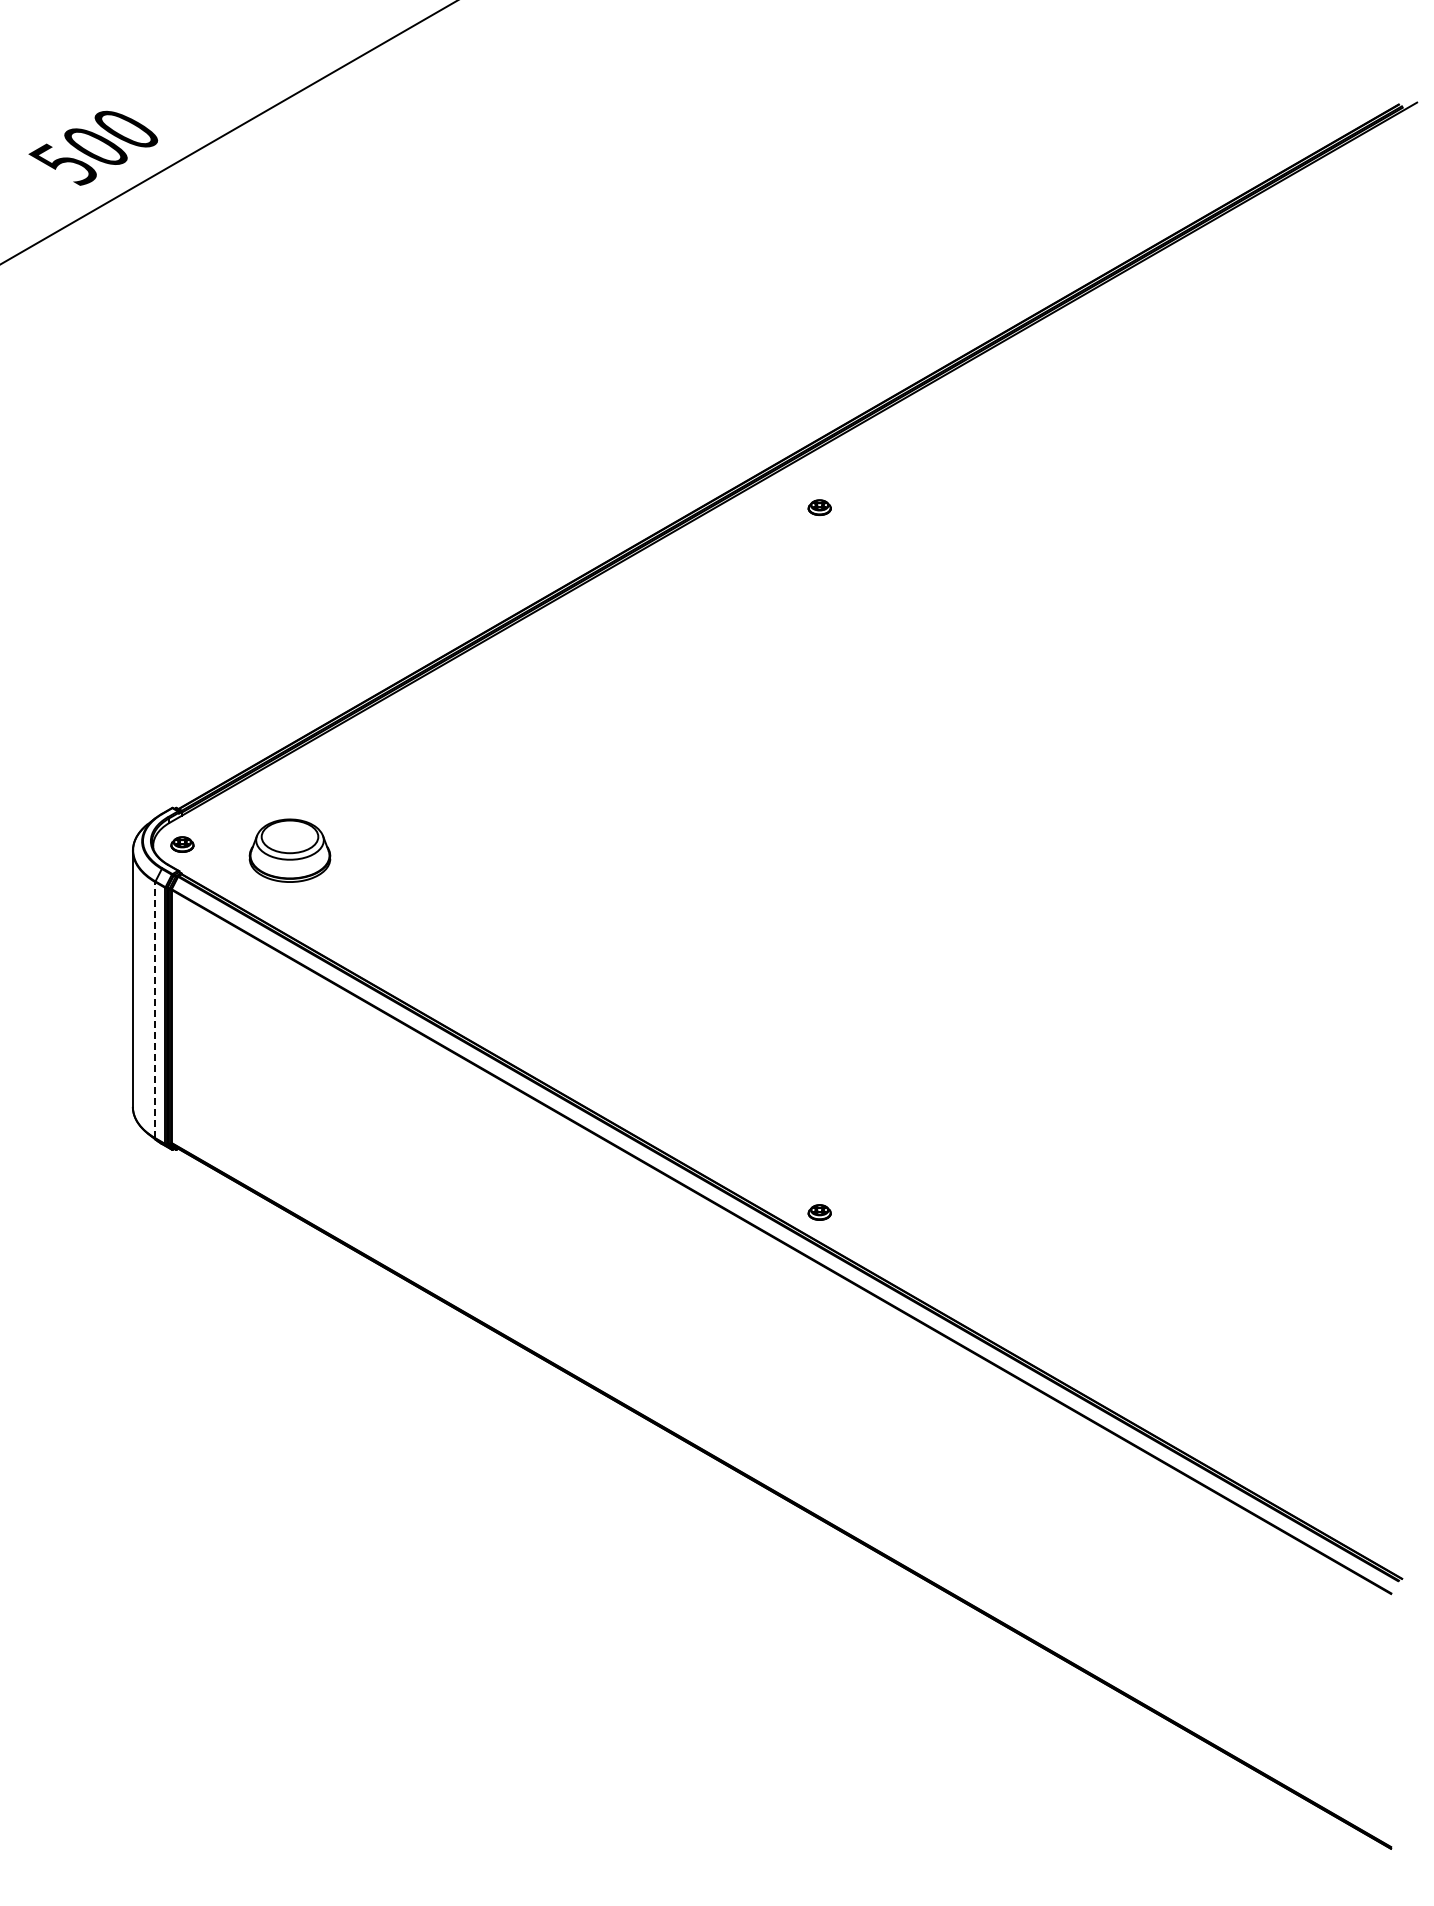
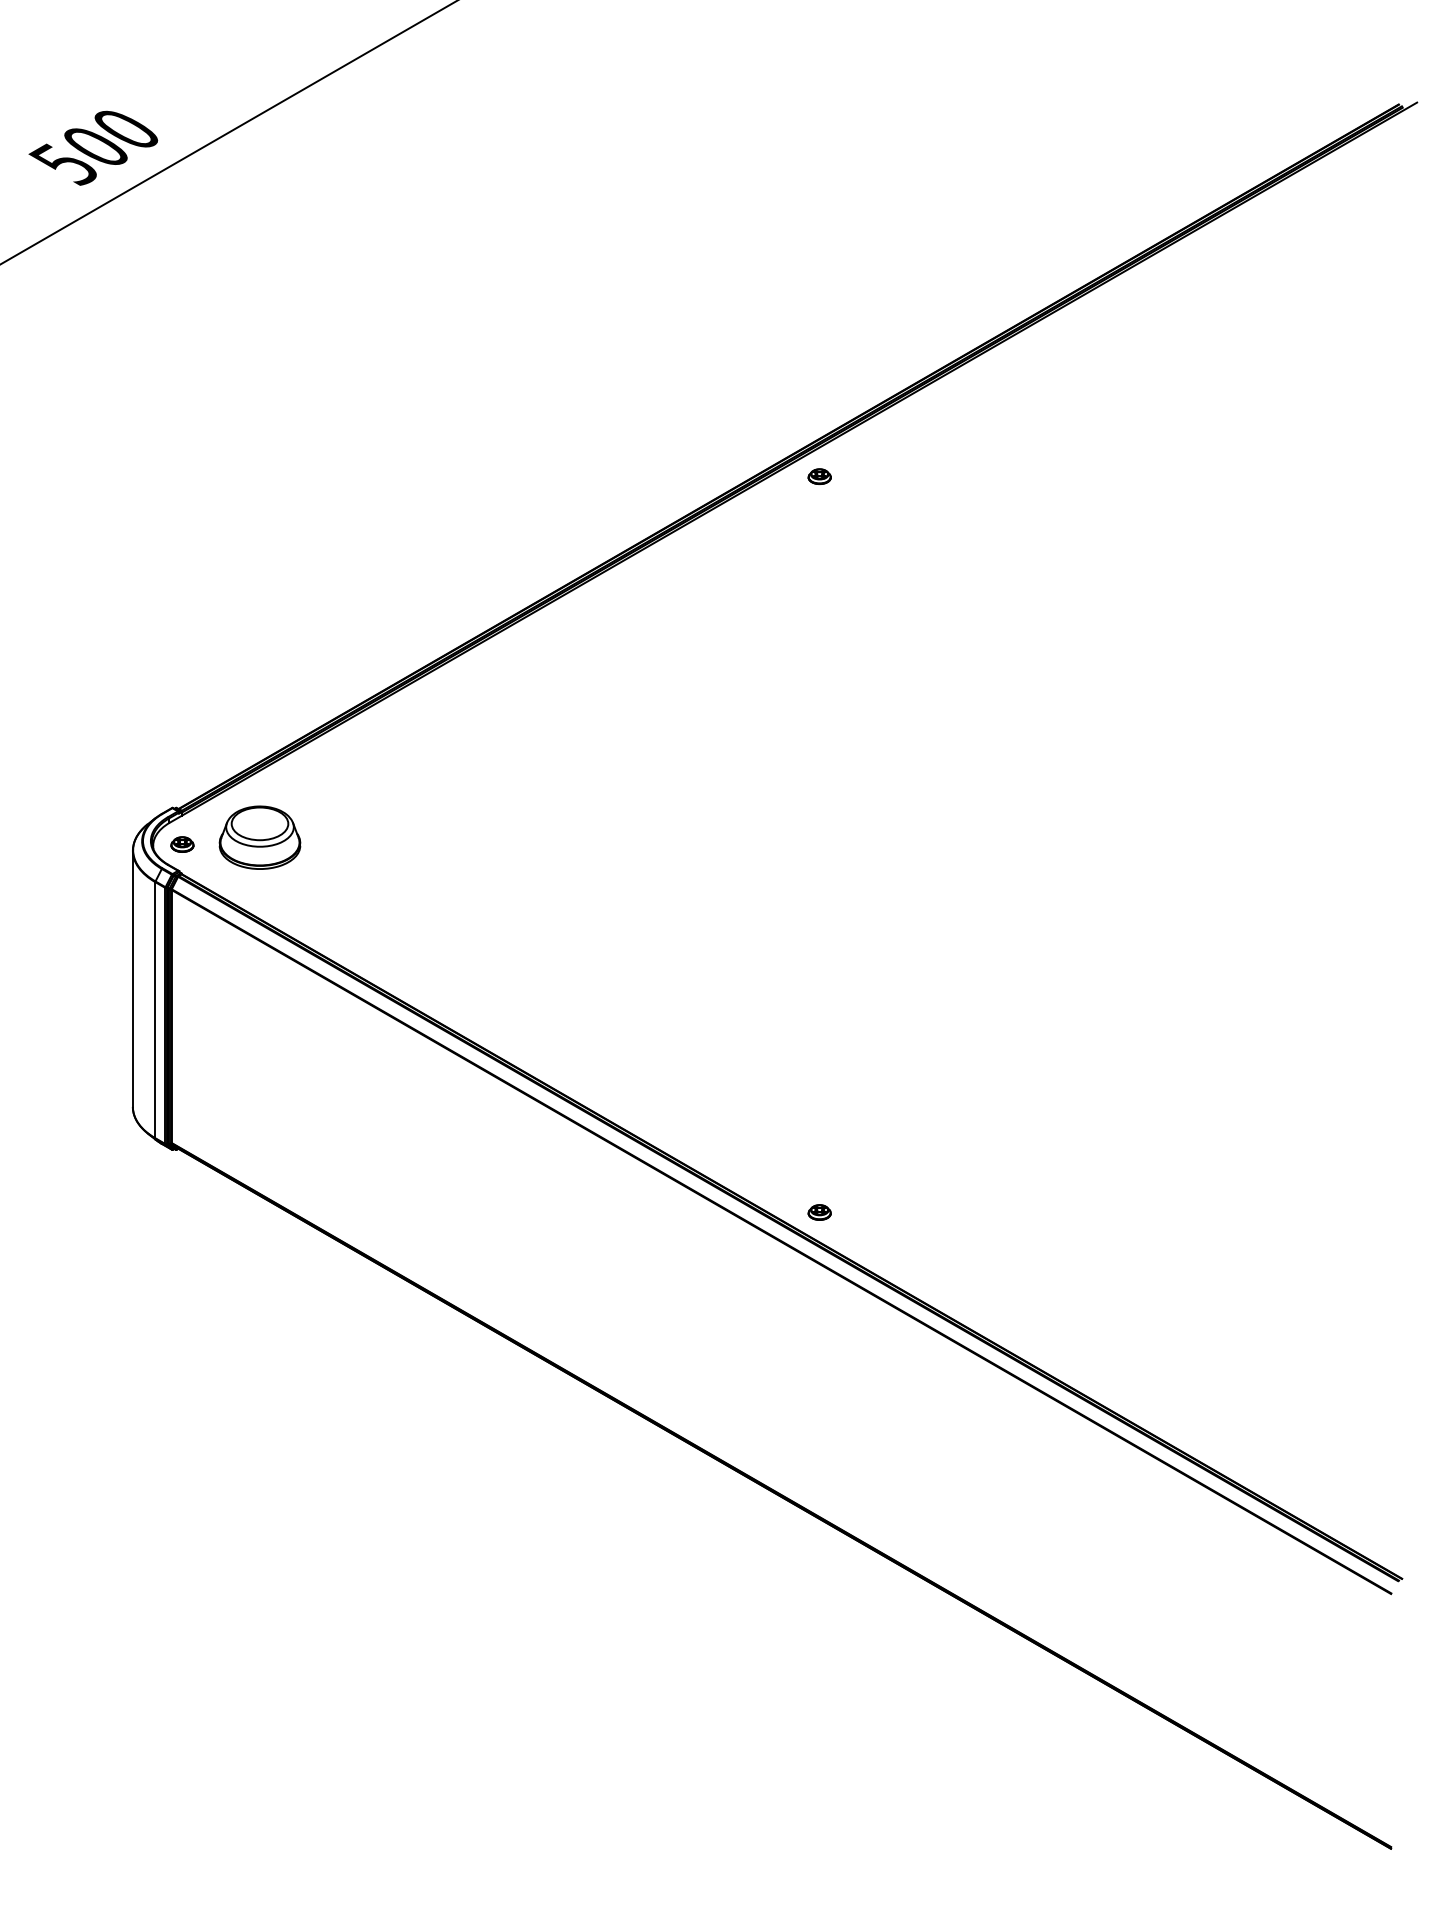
part at (819, 507) position: (819, 507) -> (819, 476)
part at (289, 850) position: (289, 850) -> (259, 837)
line at (155, 1009): dashed -> solid
